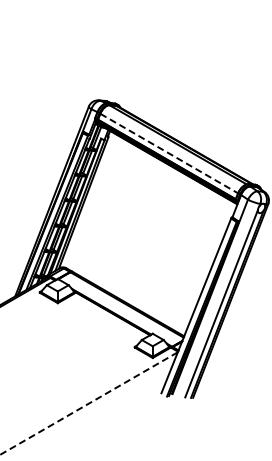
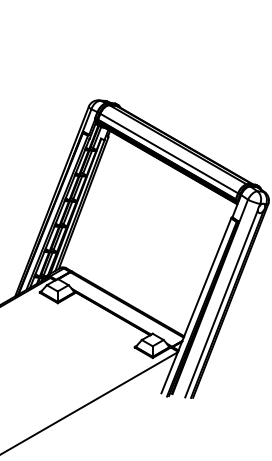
line at (169, 153): dashed -> solid
line at (88, 403): dashed -> solid
